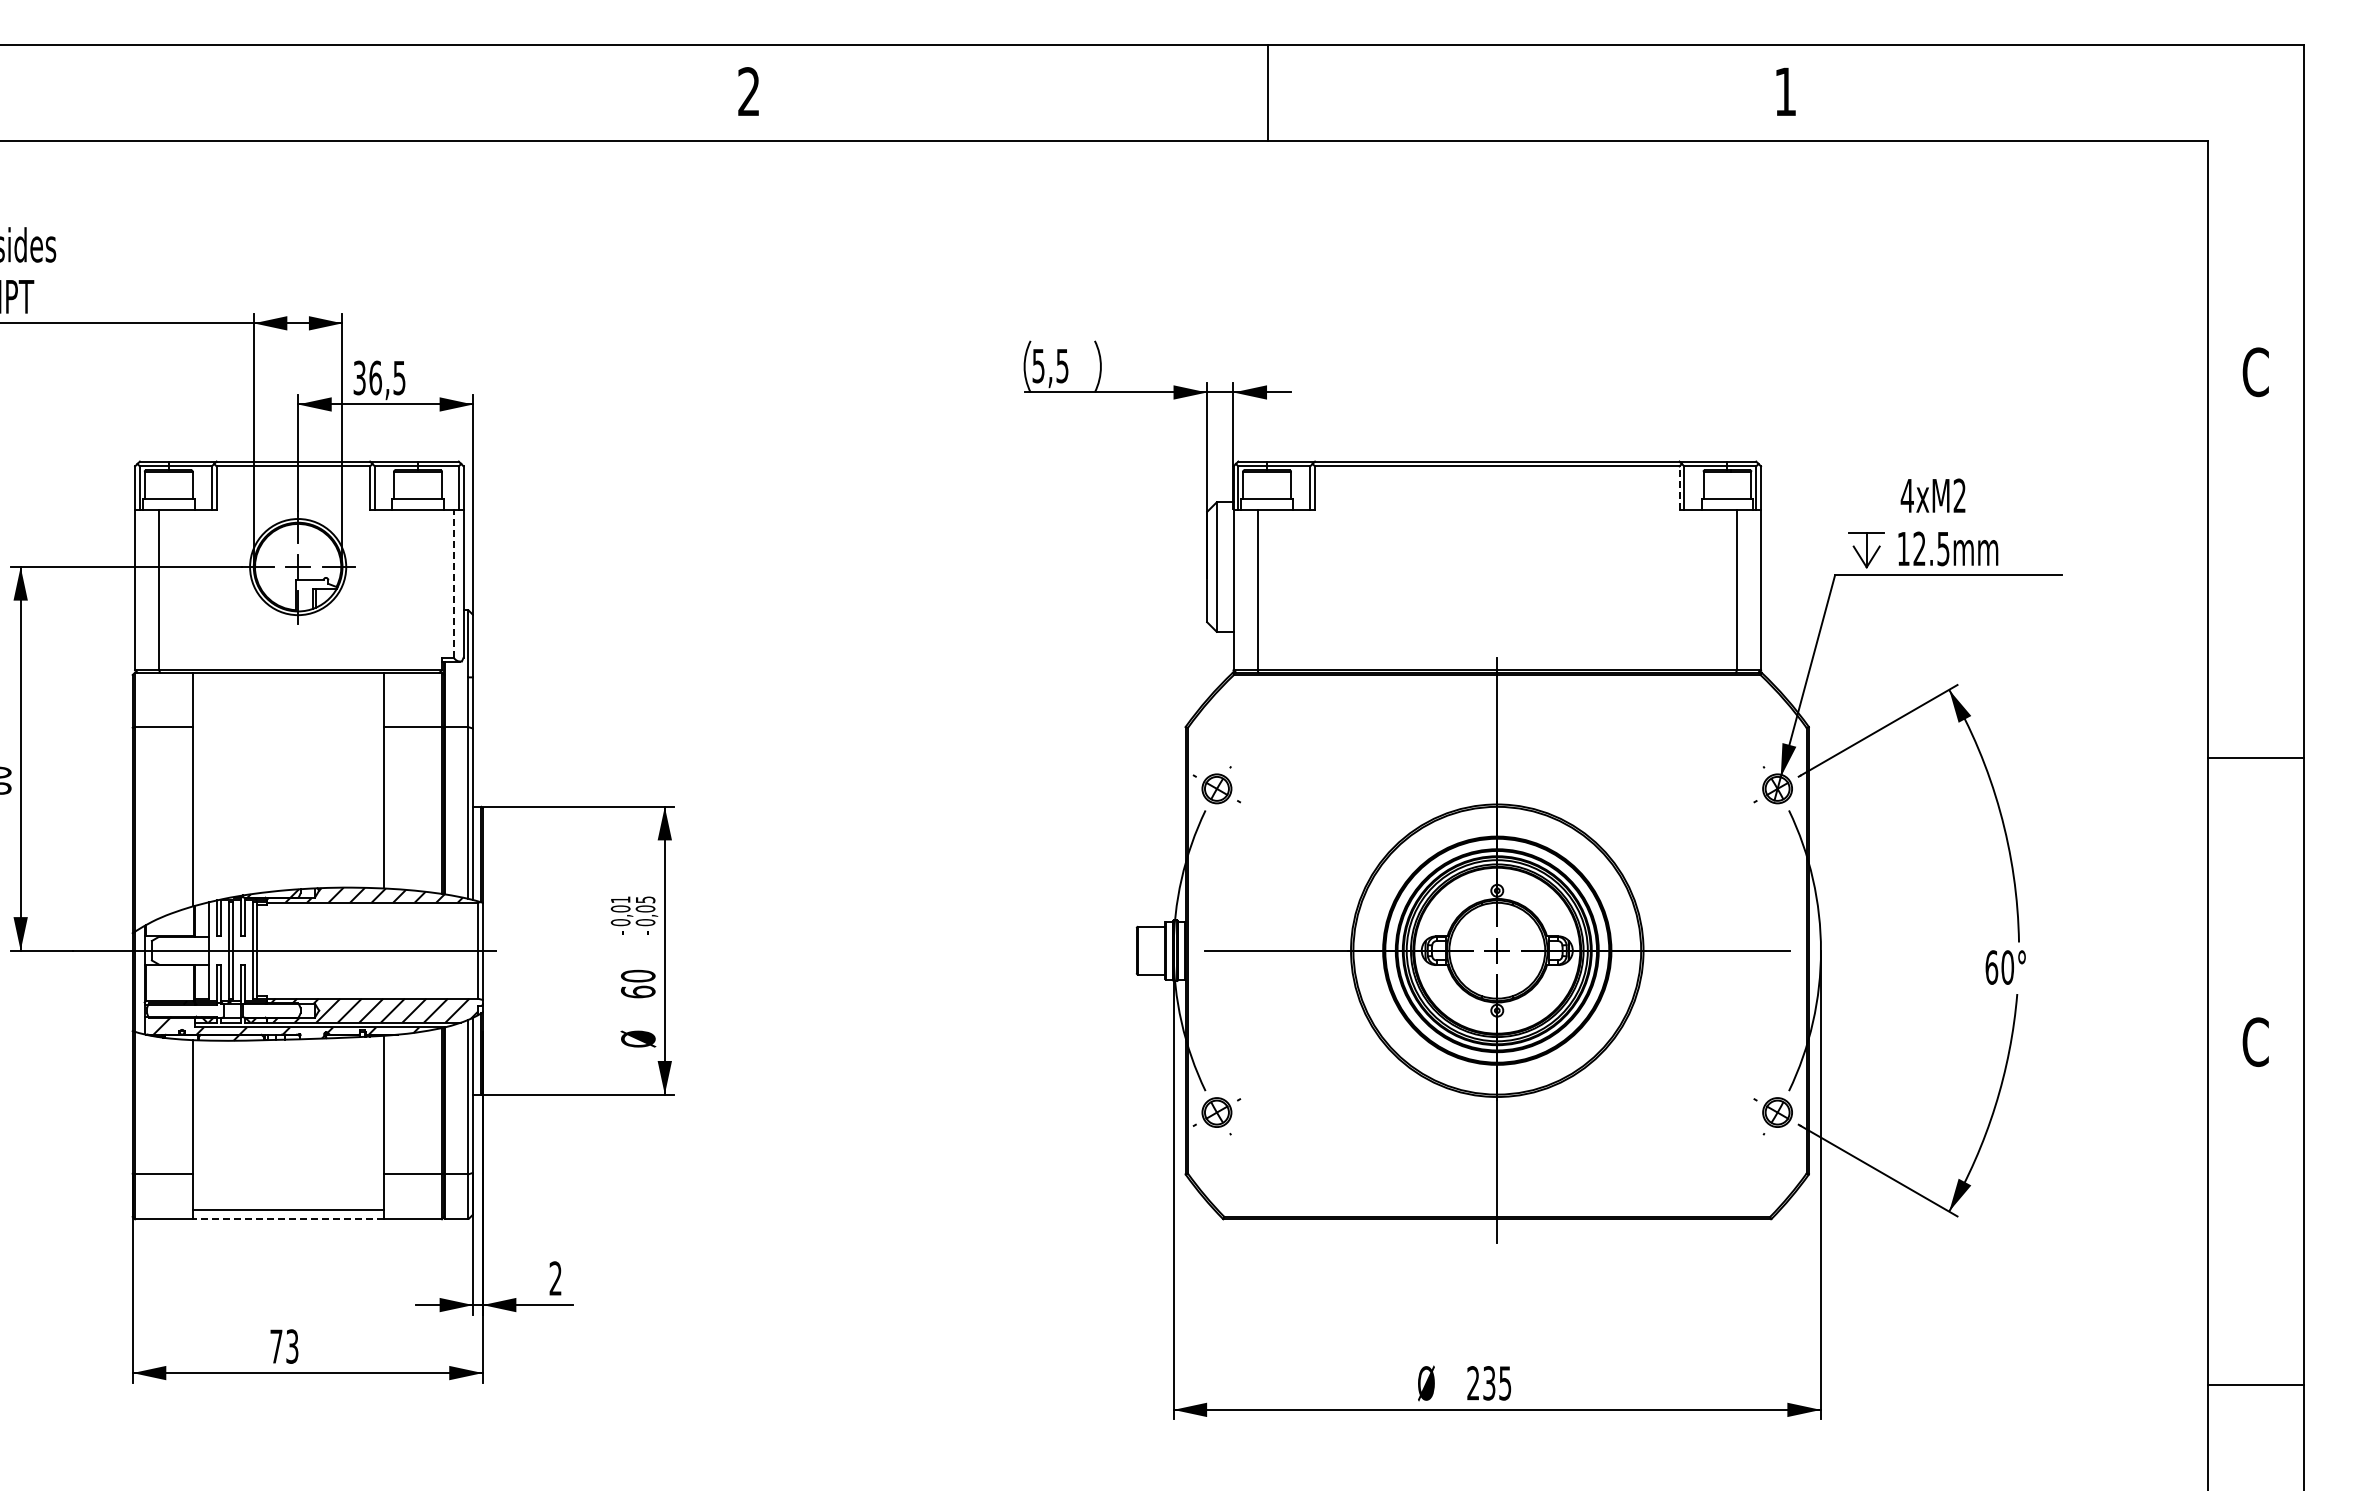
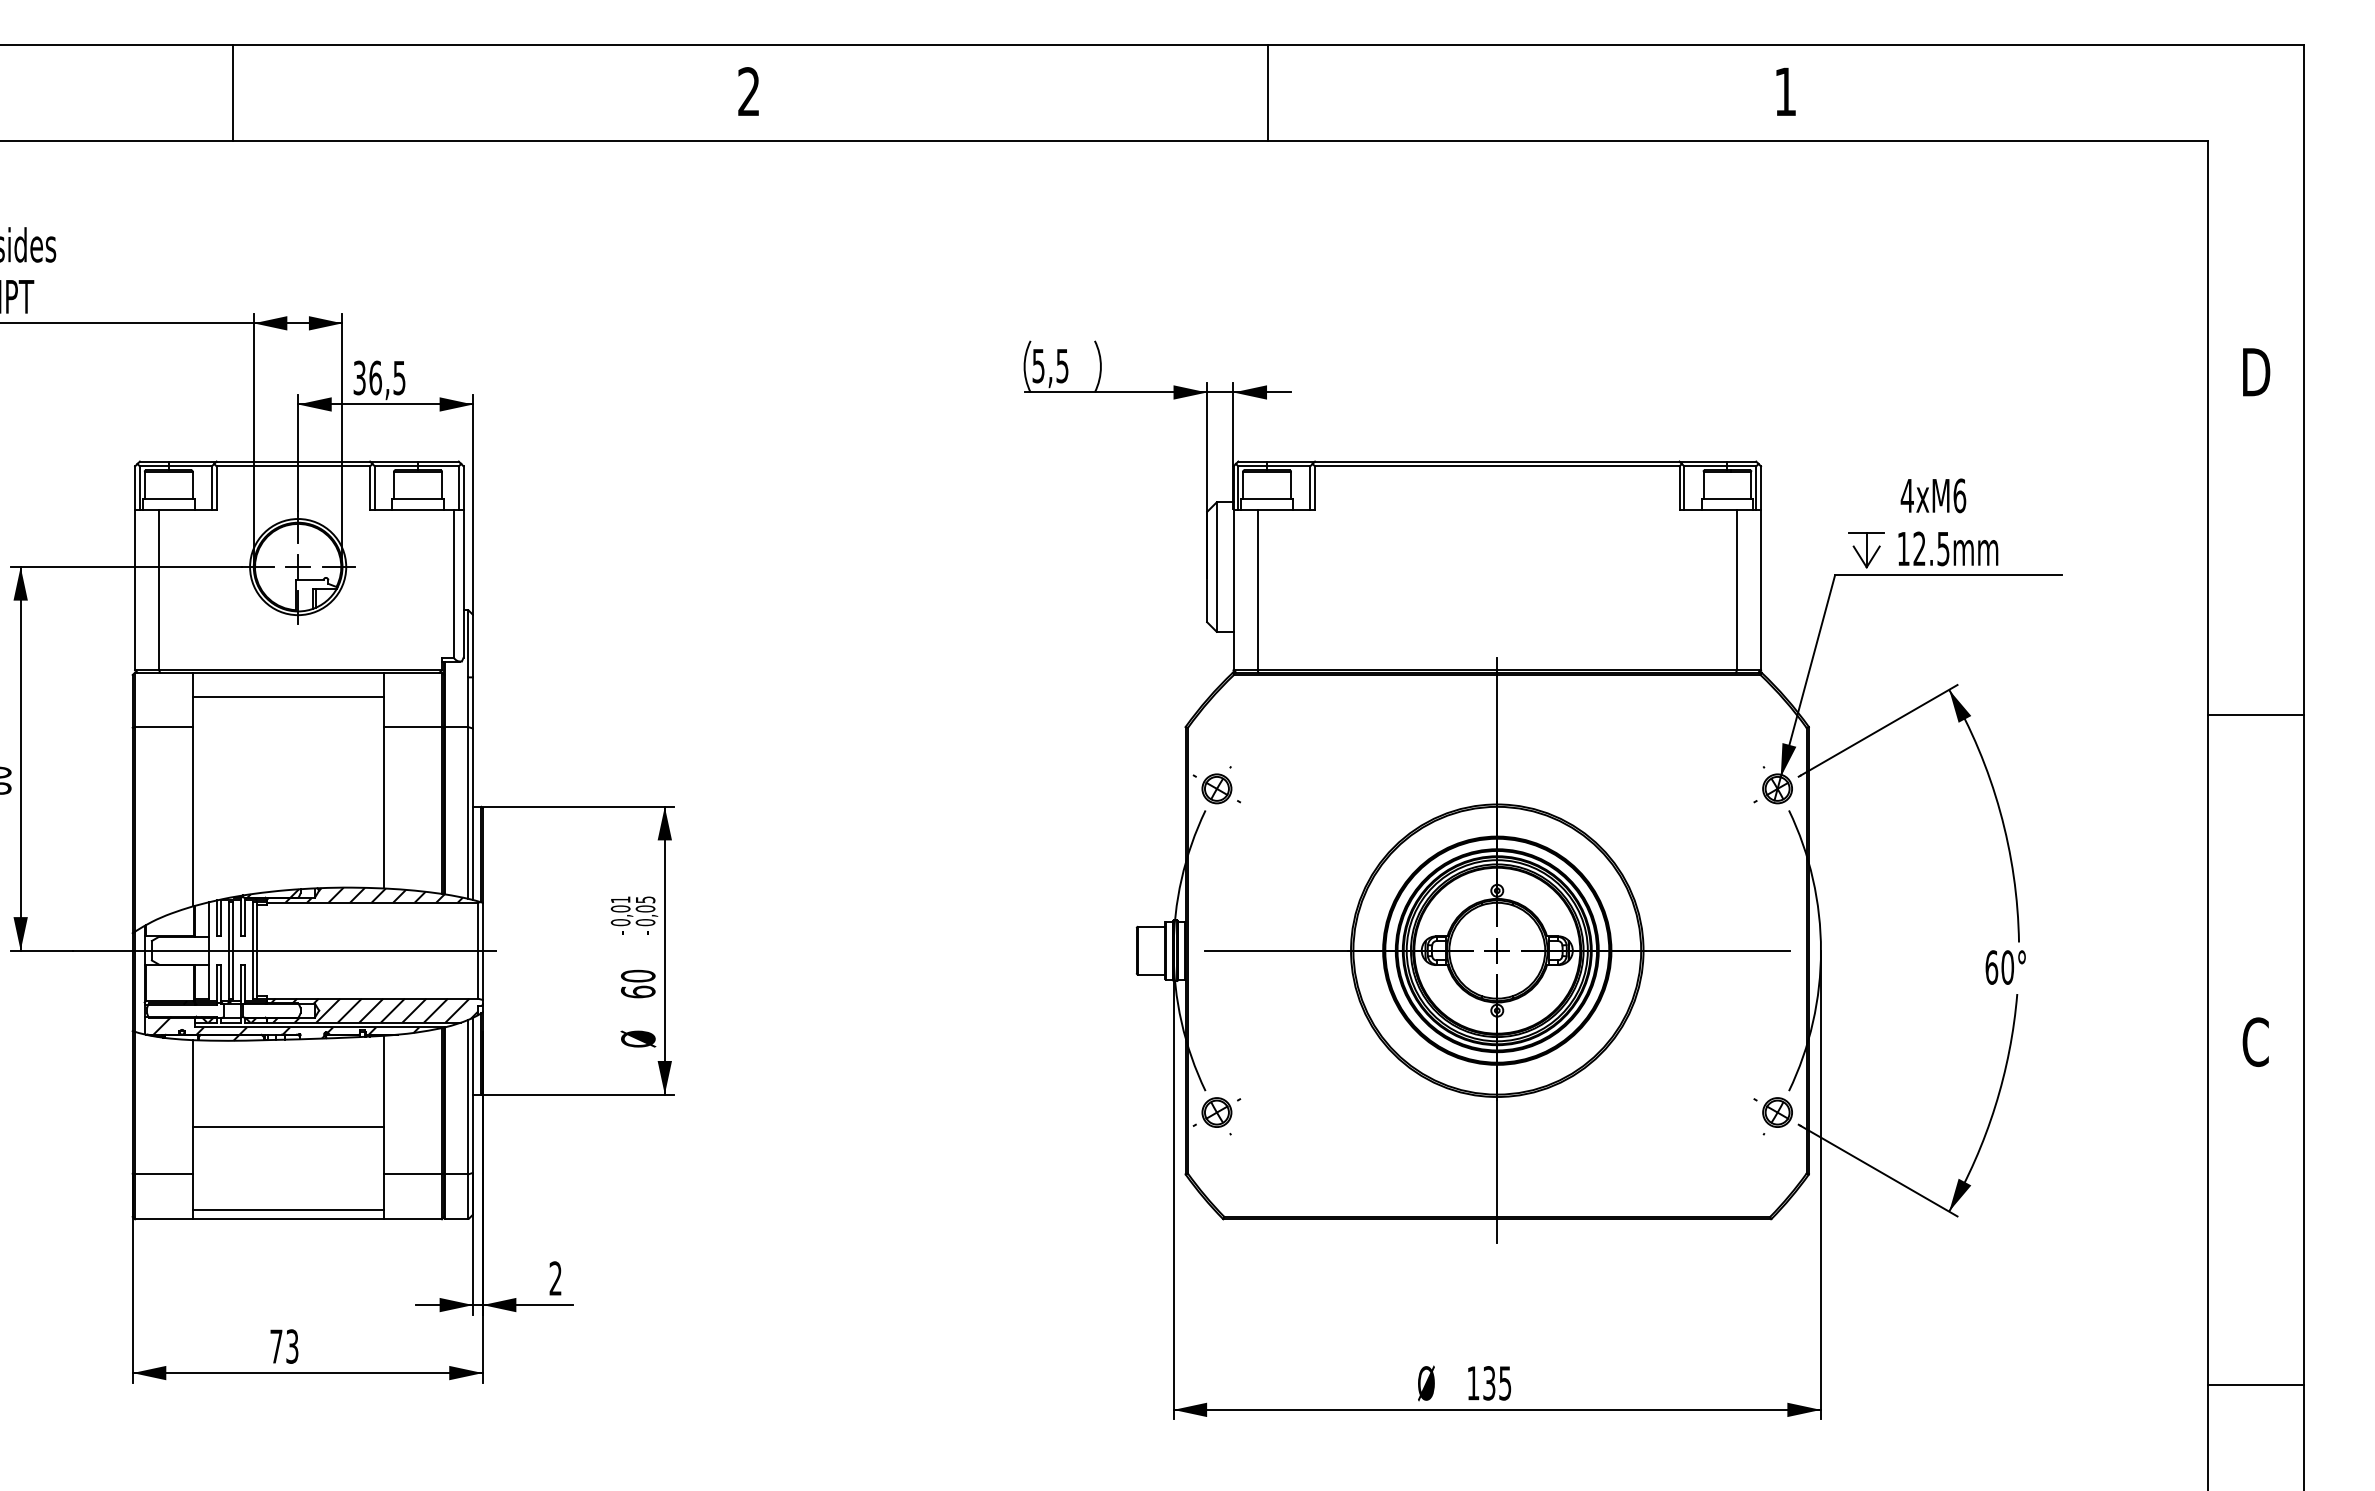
line at (233, 92): none -> present
text at (2256, 372): C -> D
line at (1679, 487): dashed -> solid
text at (1959, 495): 4xM2 -> 4xM6
line at (454, 583): dashed -> solid
line at (288, 696): none -> present
line at (2255, 757) position: (2255, 757) -> (2255, 714)
line at (288, 1126): none -> present
line at (288, 1219): dashed -> solid
text at (1473, 1382): 235 -> 135
